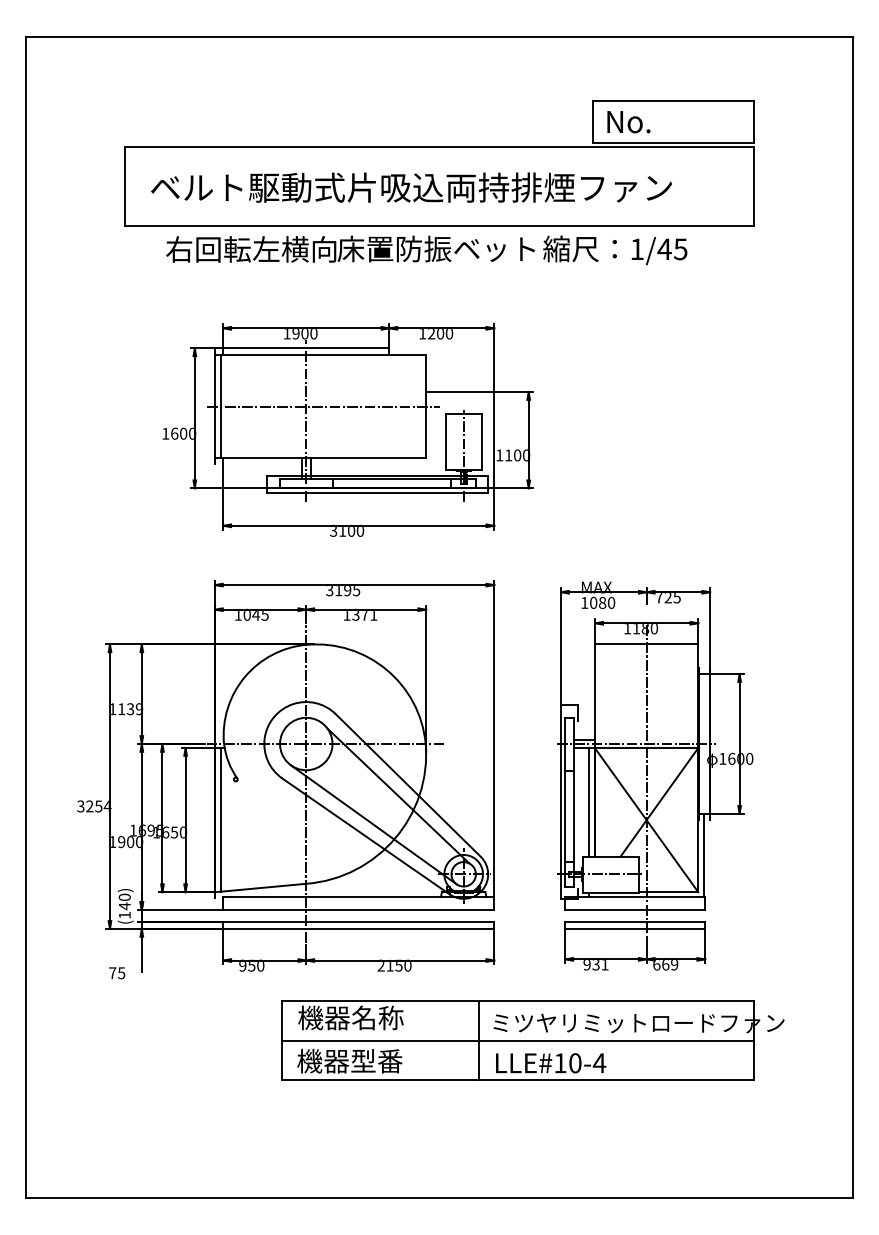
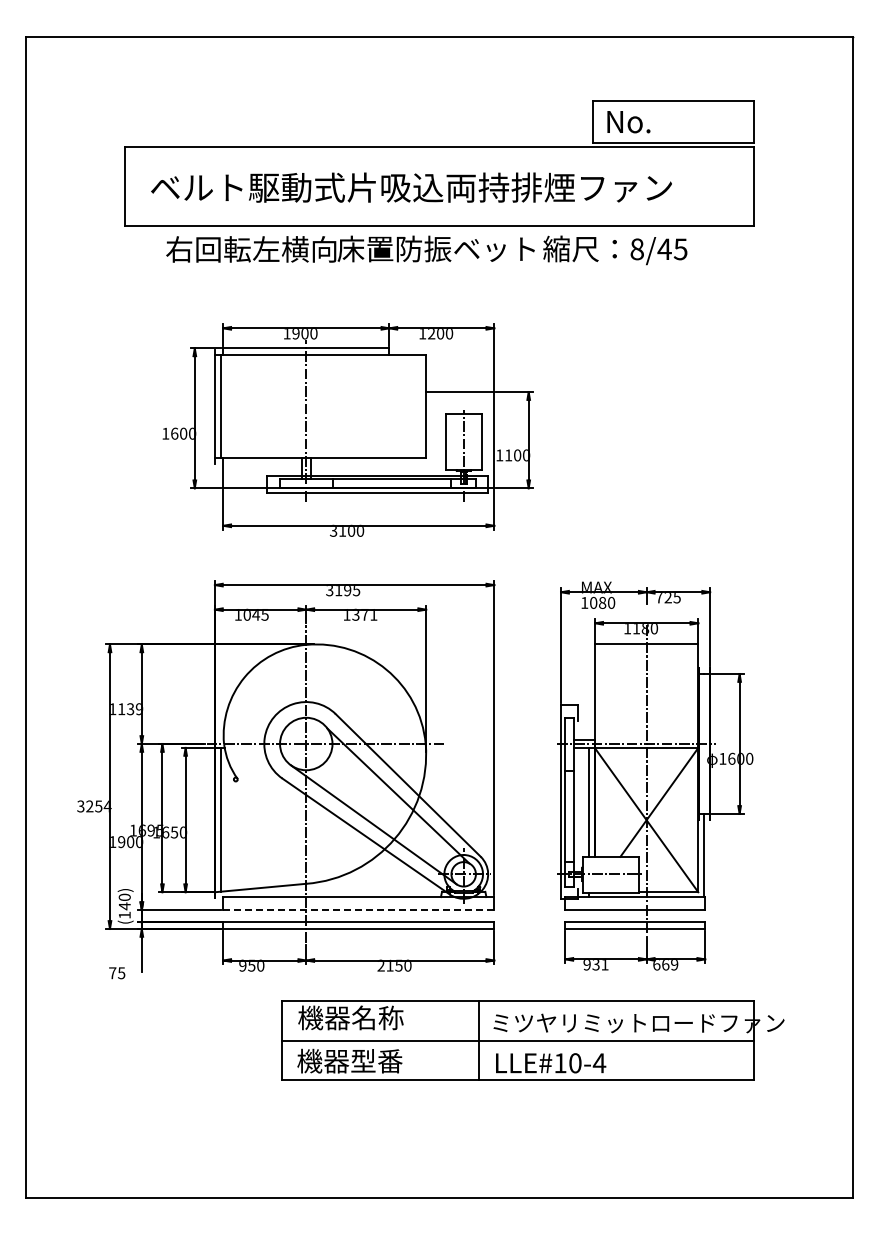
text at (636, 249): 1/45 -> 8/45
line at (323, 406): present -> none
line at (358, 910): solid -> dashed
